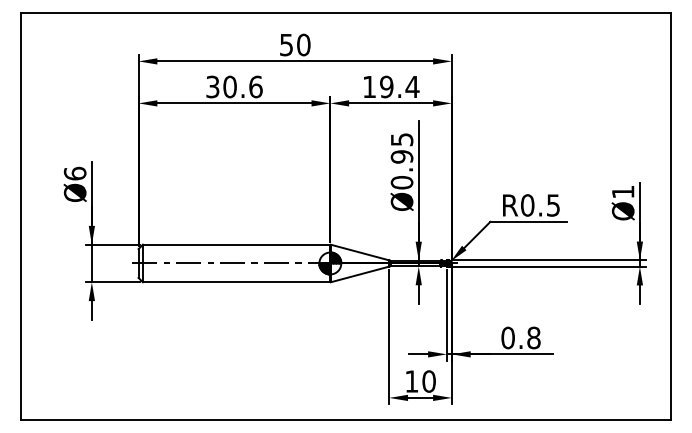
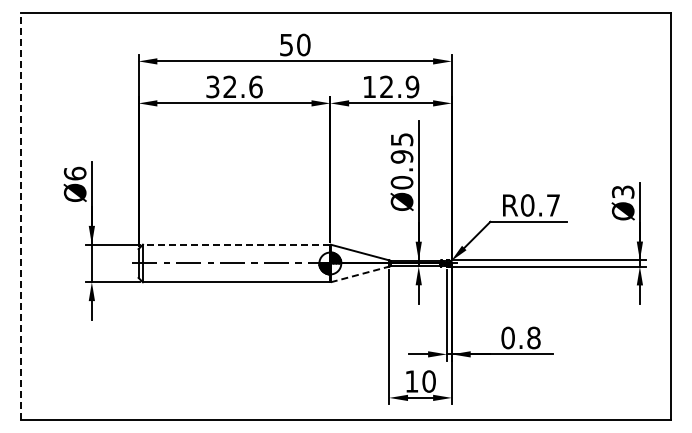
text at (229, 86): 30.6 -> 32.6
text at (399, 86): 19.4 -> 12.9
text at (622, 191): Ø1 -> Ø3
text at (553, 205): R0.5 -> R0.7
line at (20, 216): solid -> dashed
line at (236, 244): solid -> dashed
line at (360, 274): solid -> dashed
